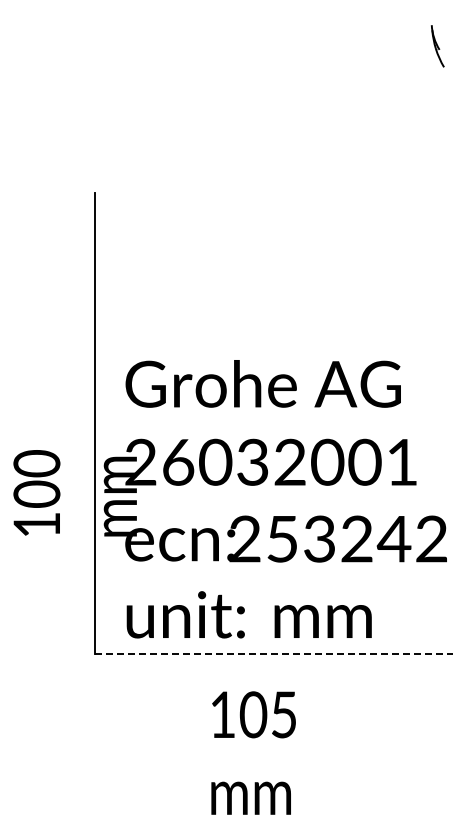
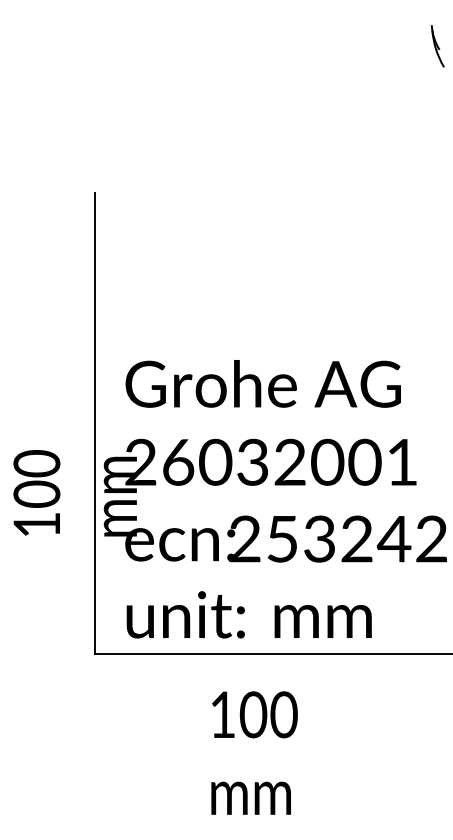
line at (273, 653): dashed -> solid
text at (283, 714): 105 -> 100
